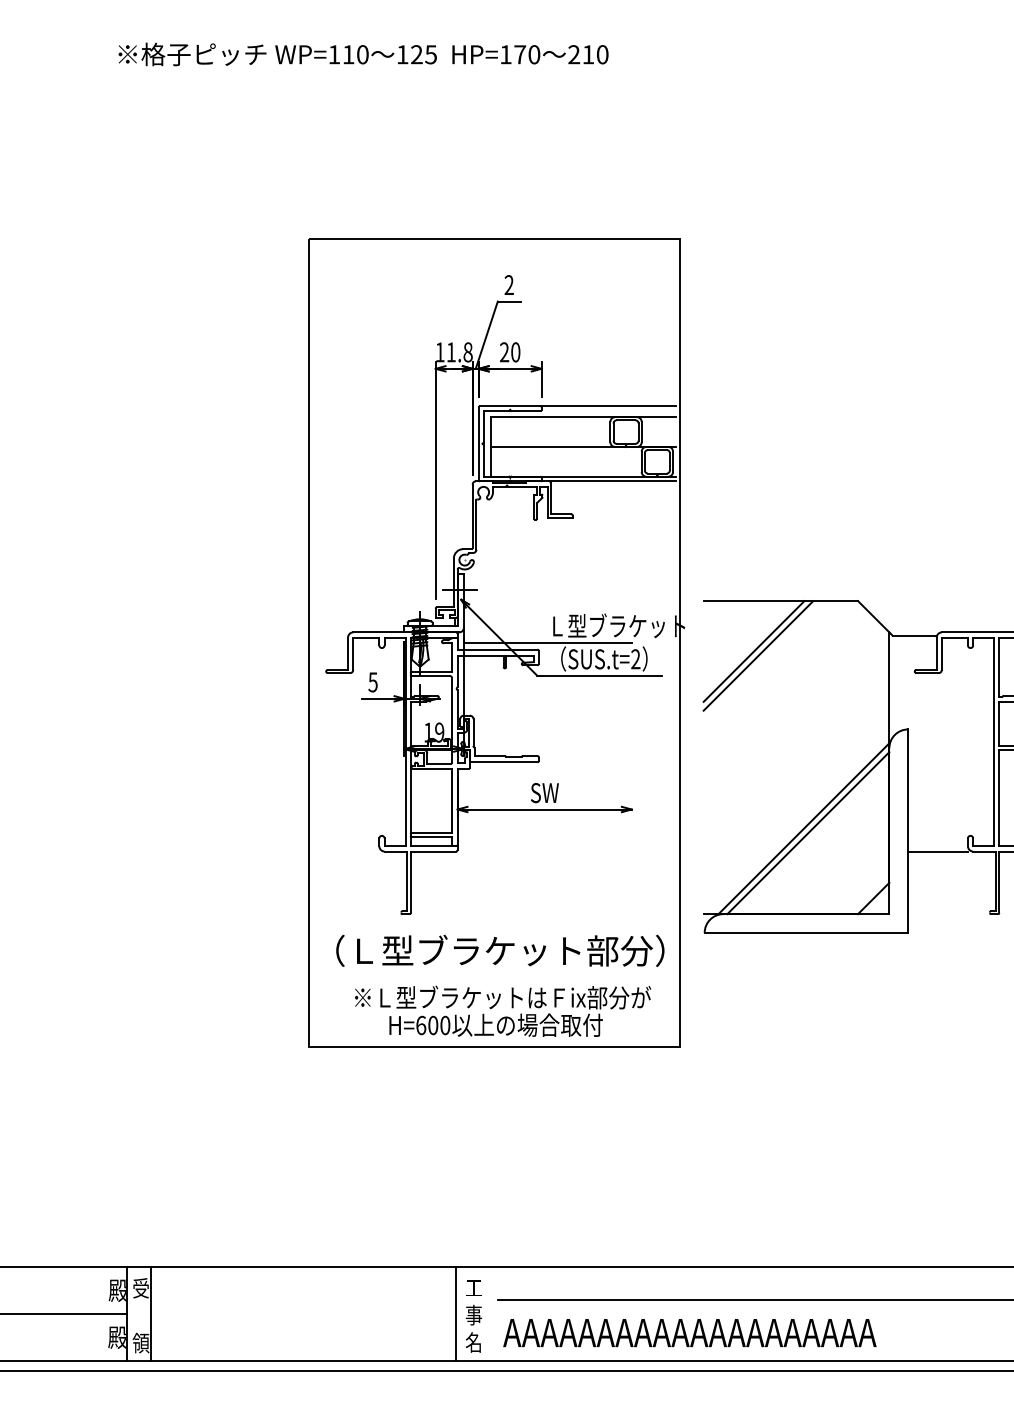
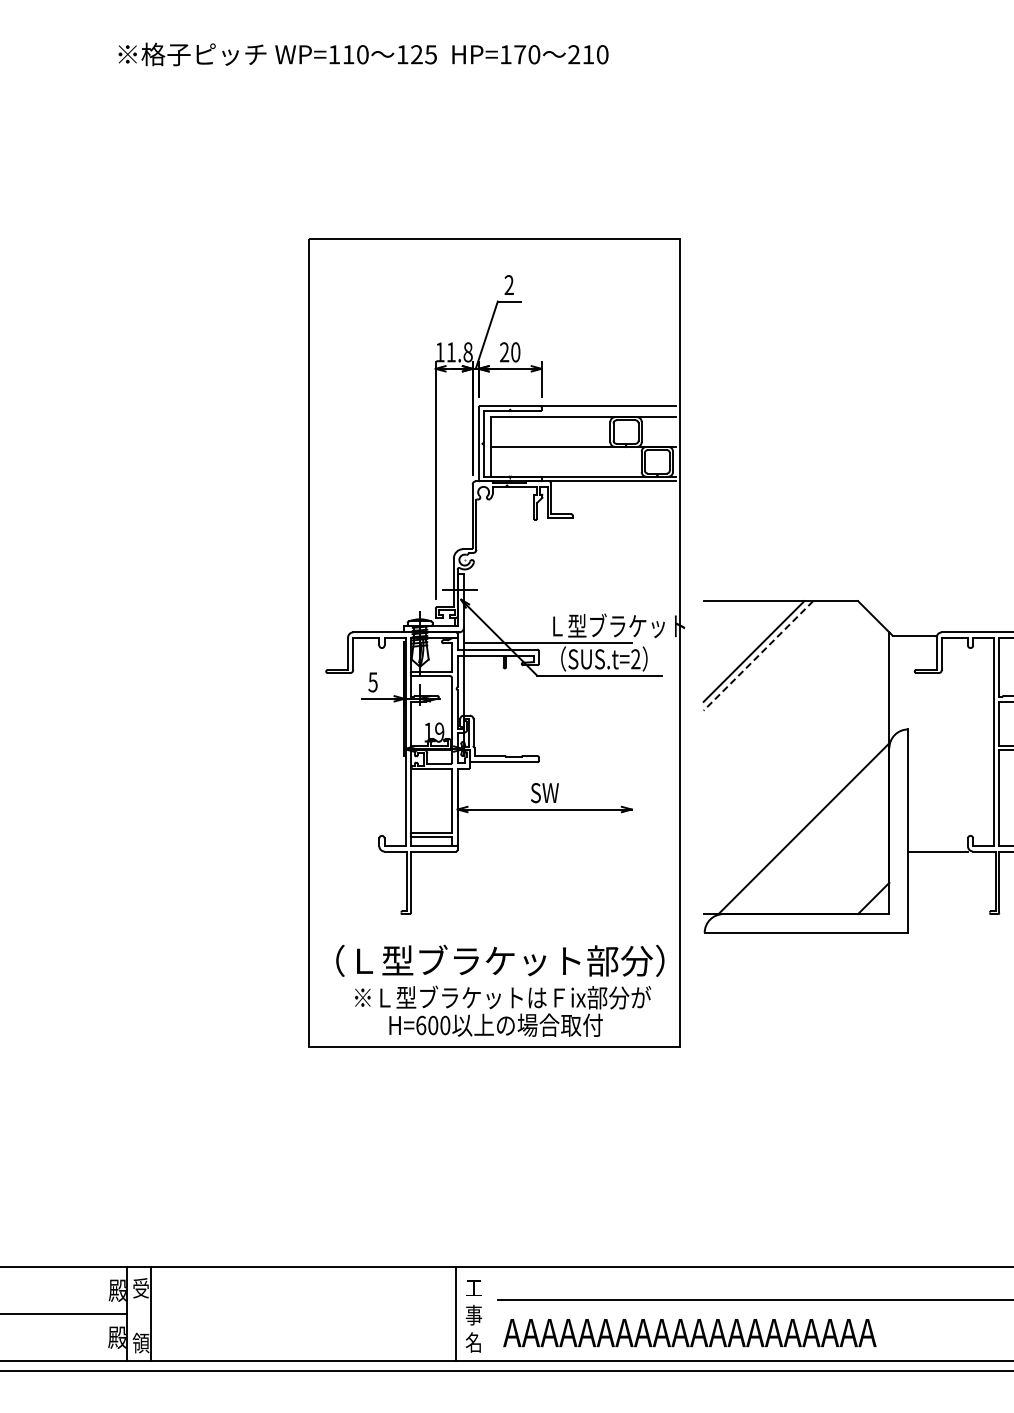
line at (758, 656): solid -> dashed
line at (808, 833): present -> none
text at (500, 950) position: (500, 950) -> (500, 960)
